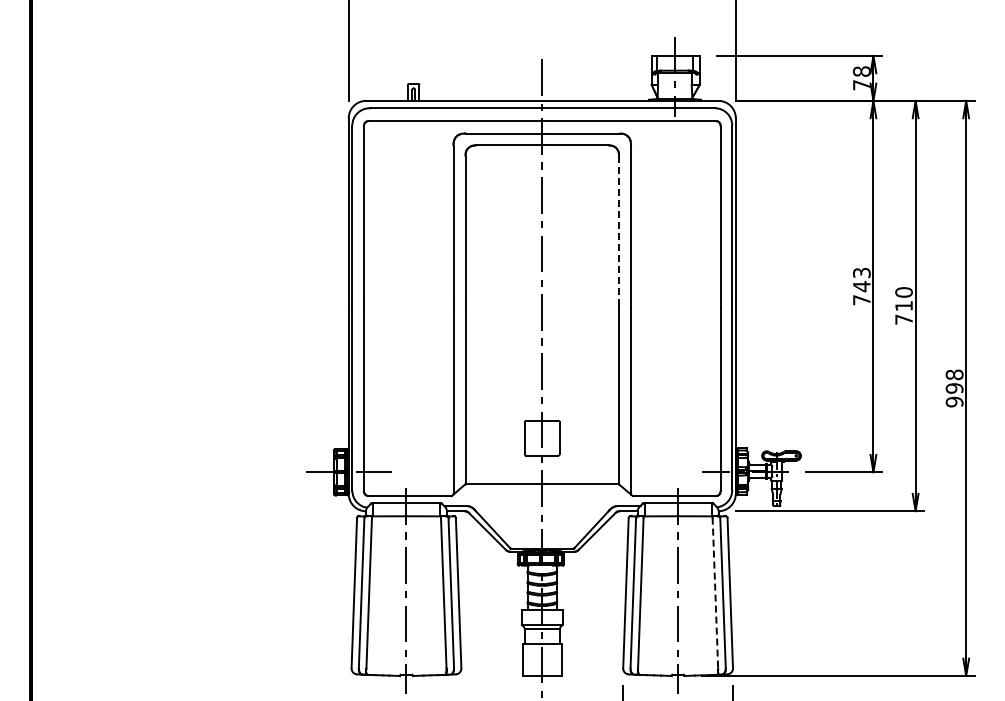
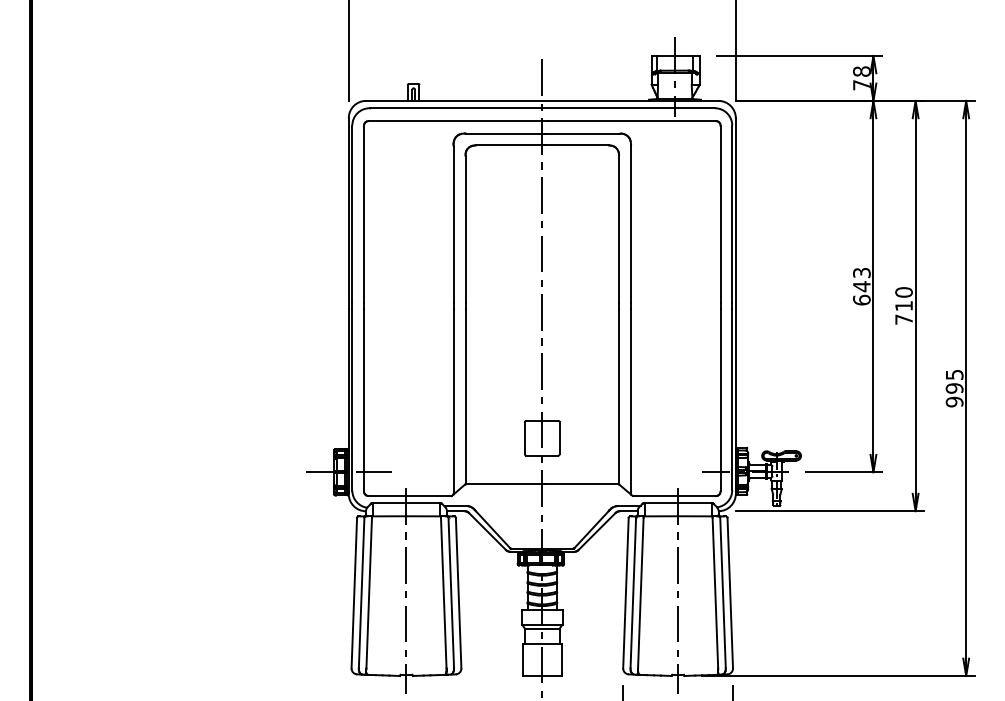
line at (619, 229): dashed -> solid
text at (861, 299): 743 -> 643
text at (954, 374): 998 -> 995
line at (715, 593): dashed -> solid
